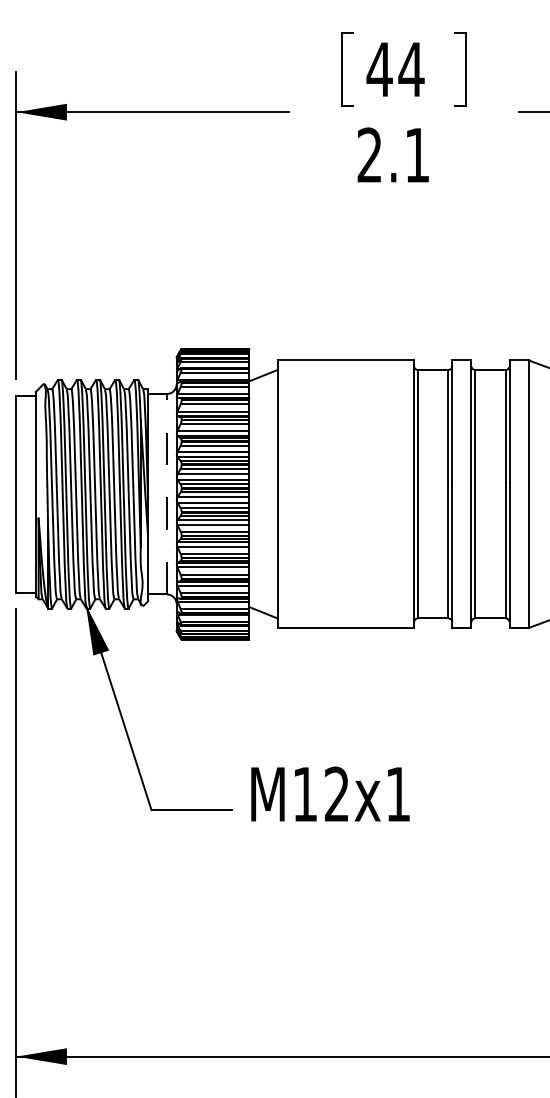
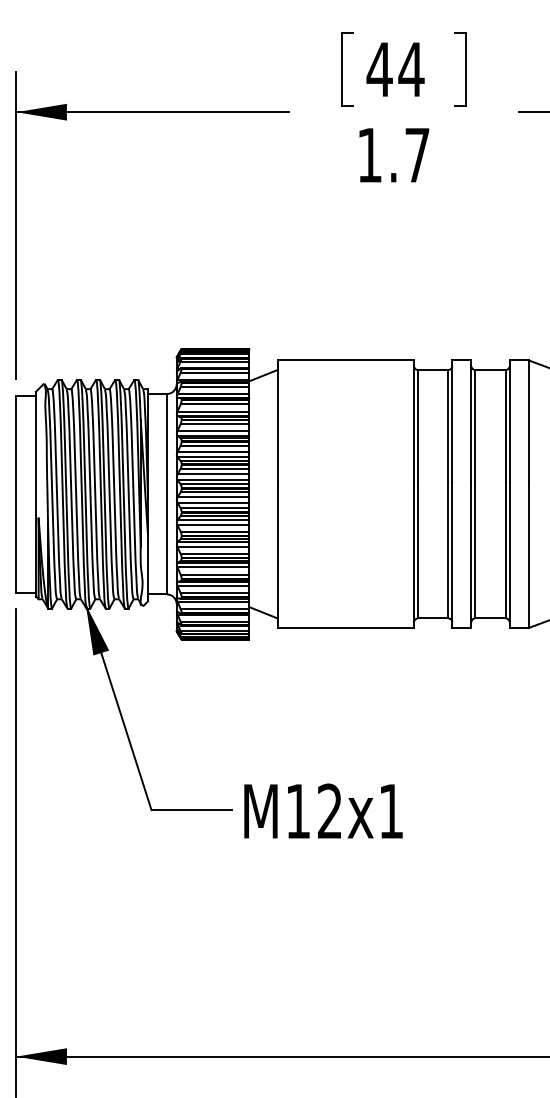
text at (393, 154): 2.1 -> 1.7
line at (167, 493): dashed -> solid
text at (330, 793) position: (330, 793) -> (323, 810)
